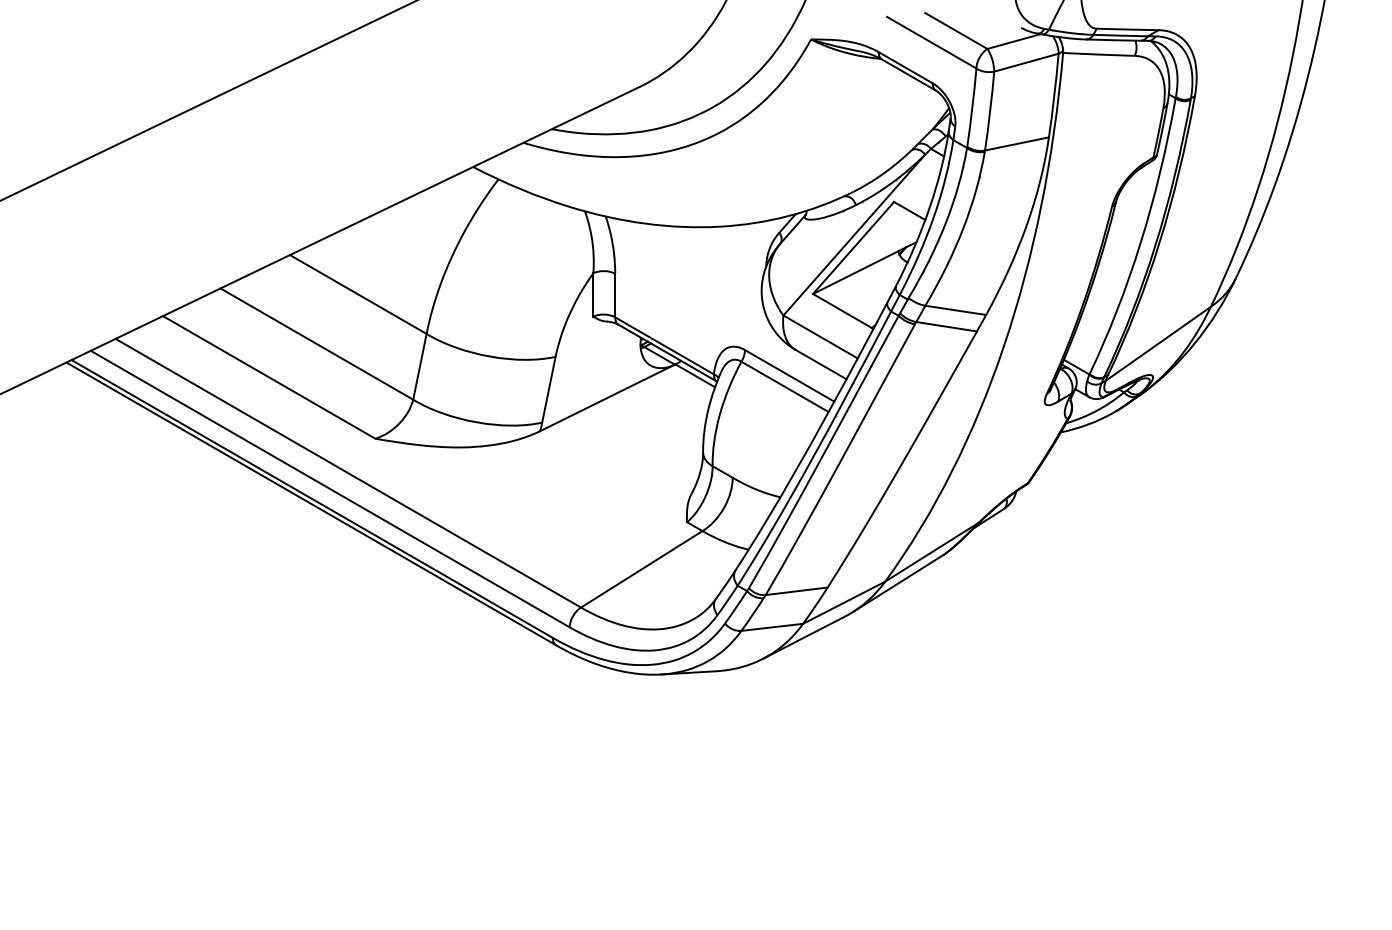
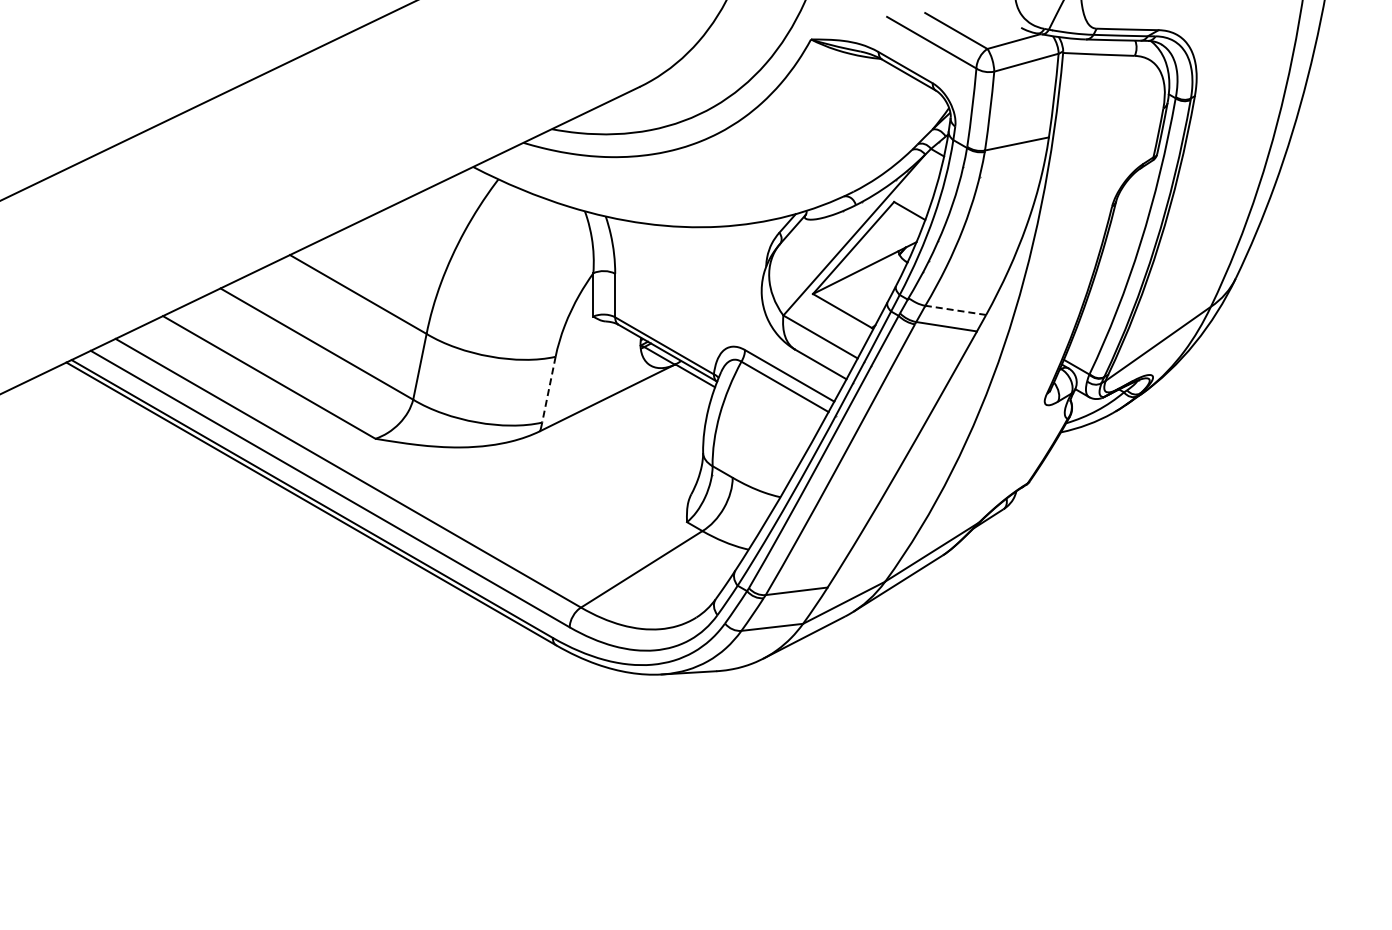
line at (955, 310): solid -> dashed
line at (548, 389): solid -> dashed
